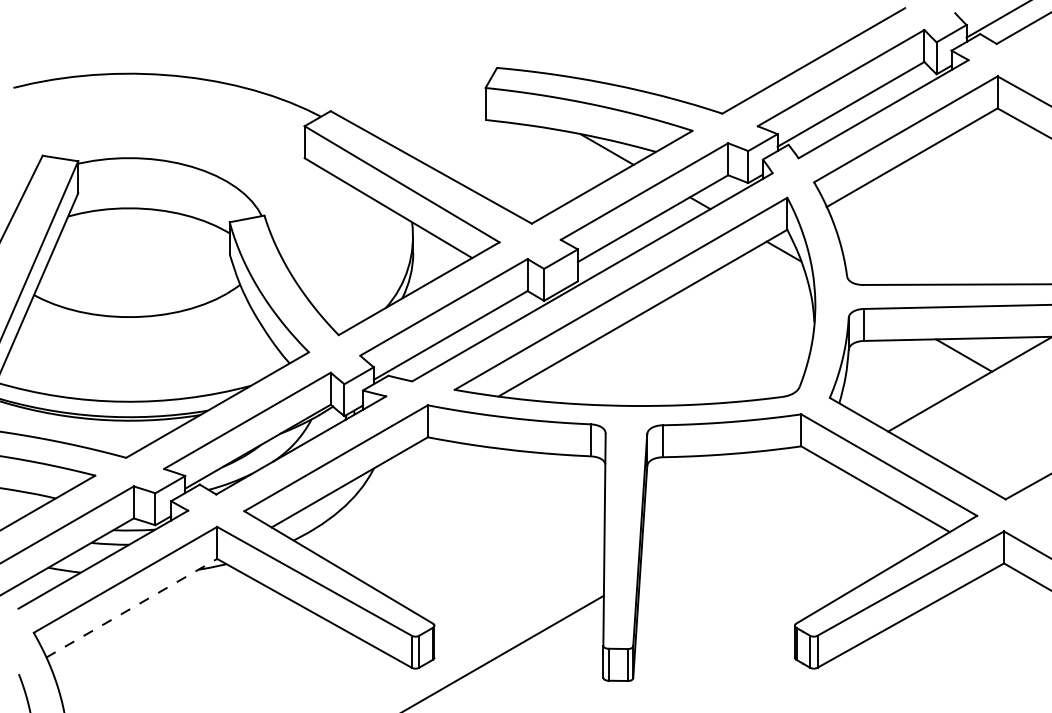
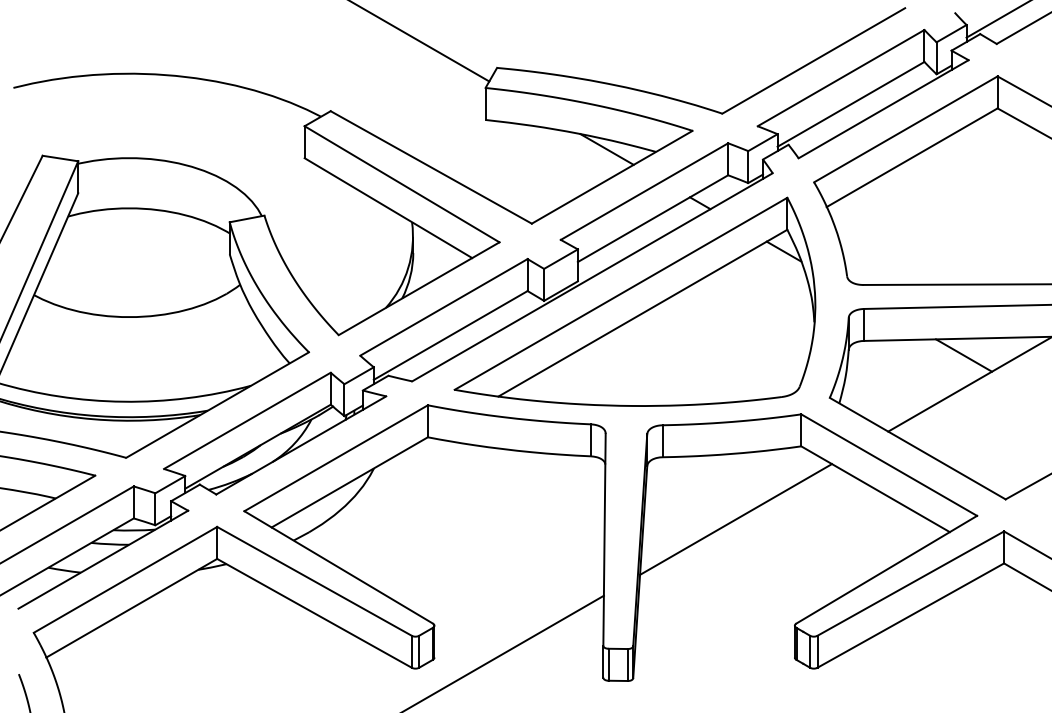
line at (420, 41): none -> present
line at (736, 519): none -> present
line at (131, 608): dashed -> solid
